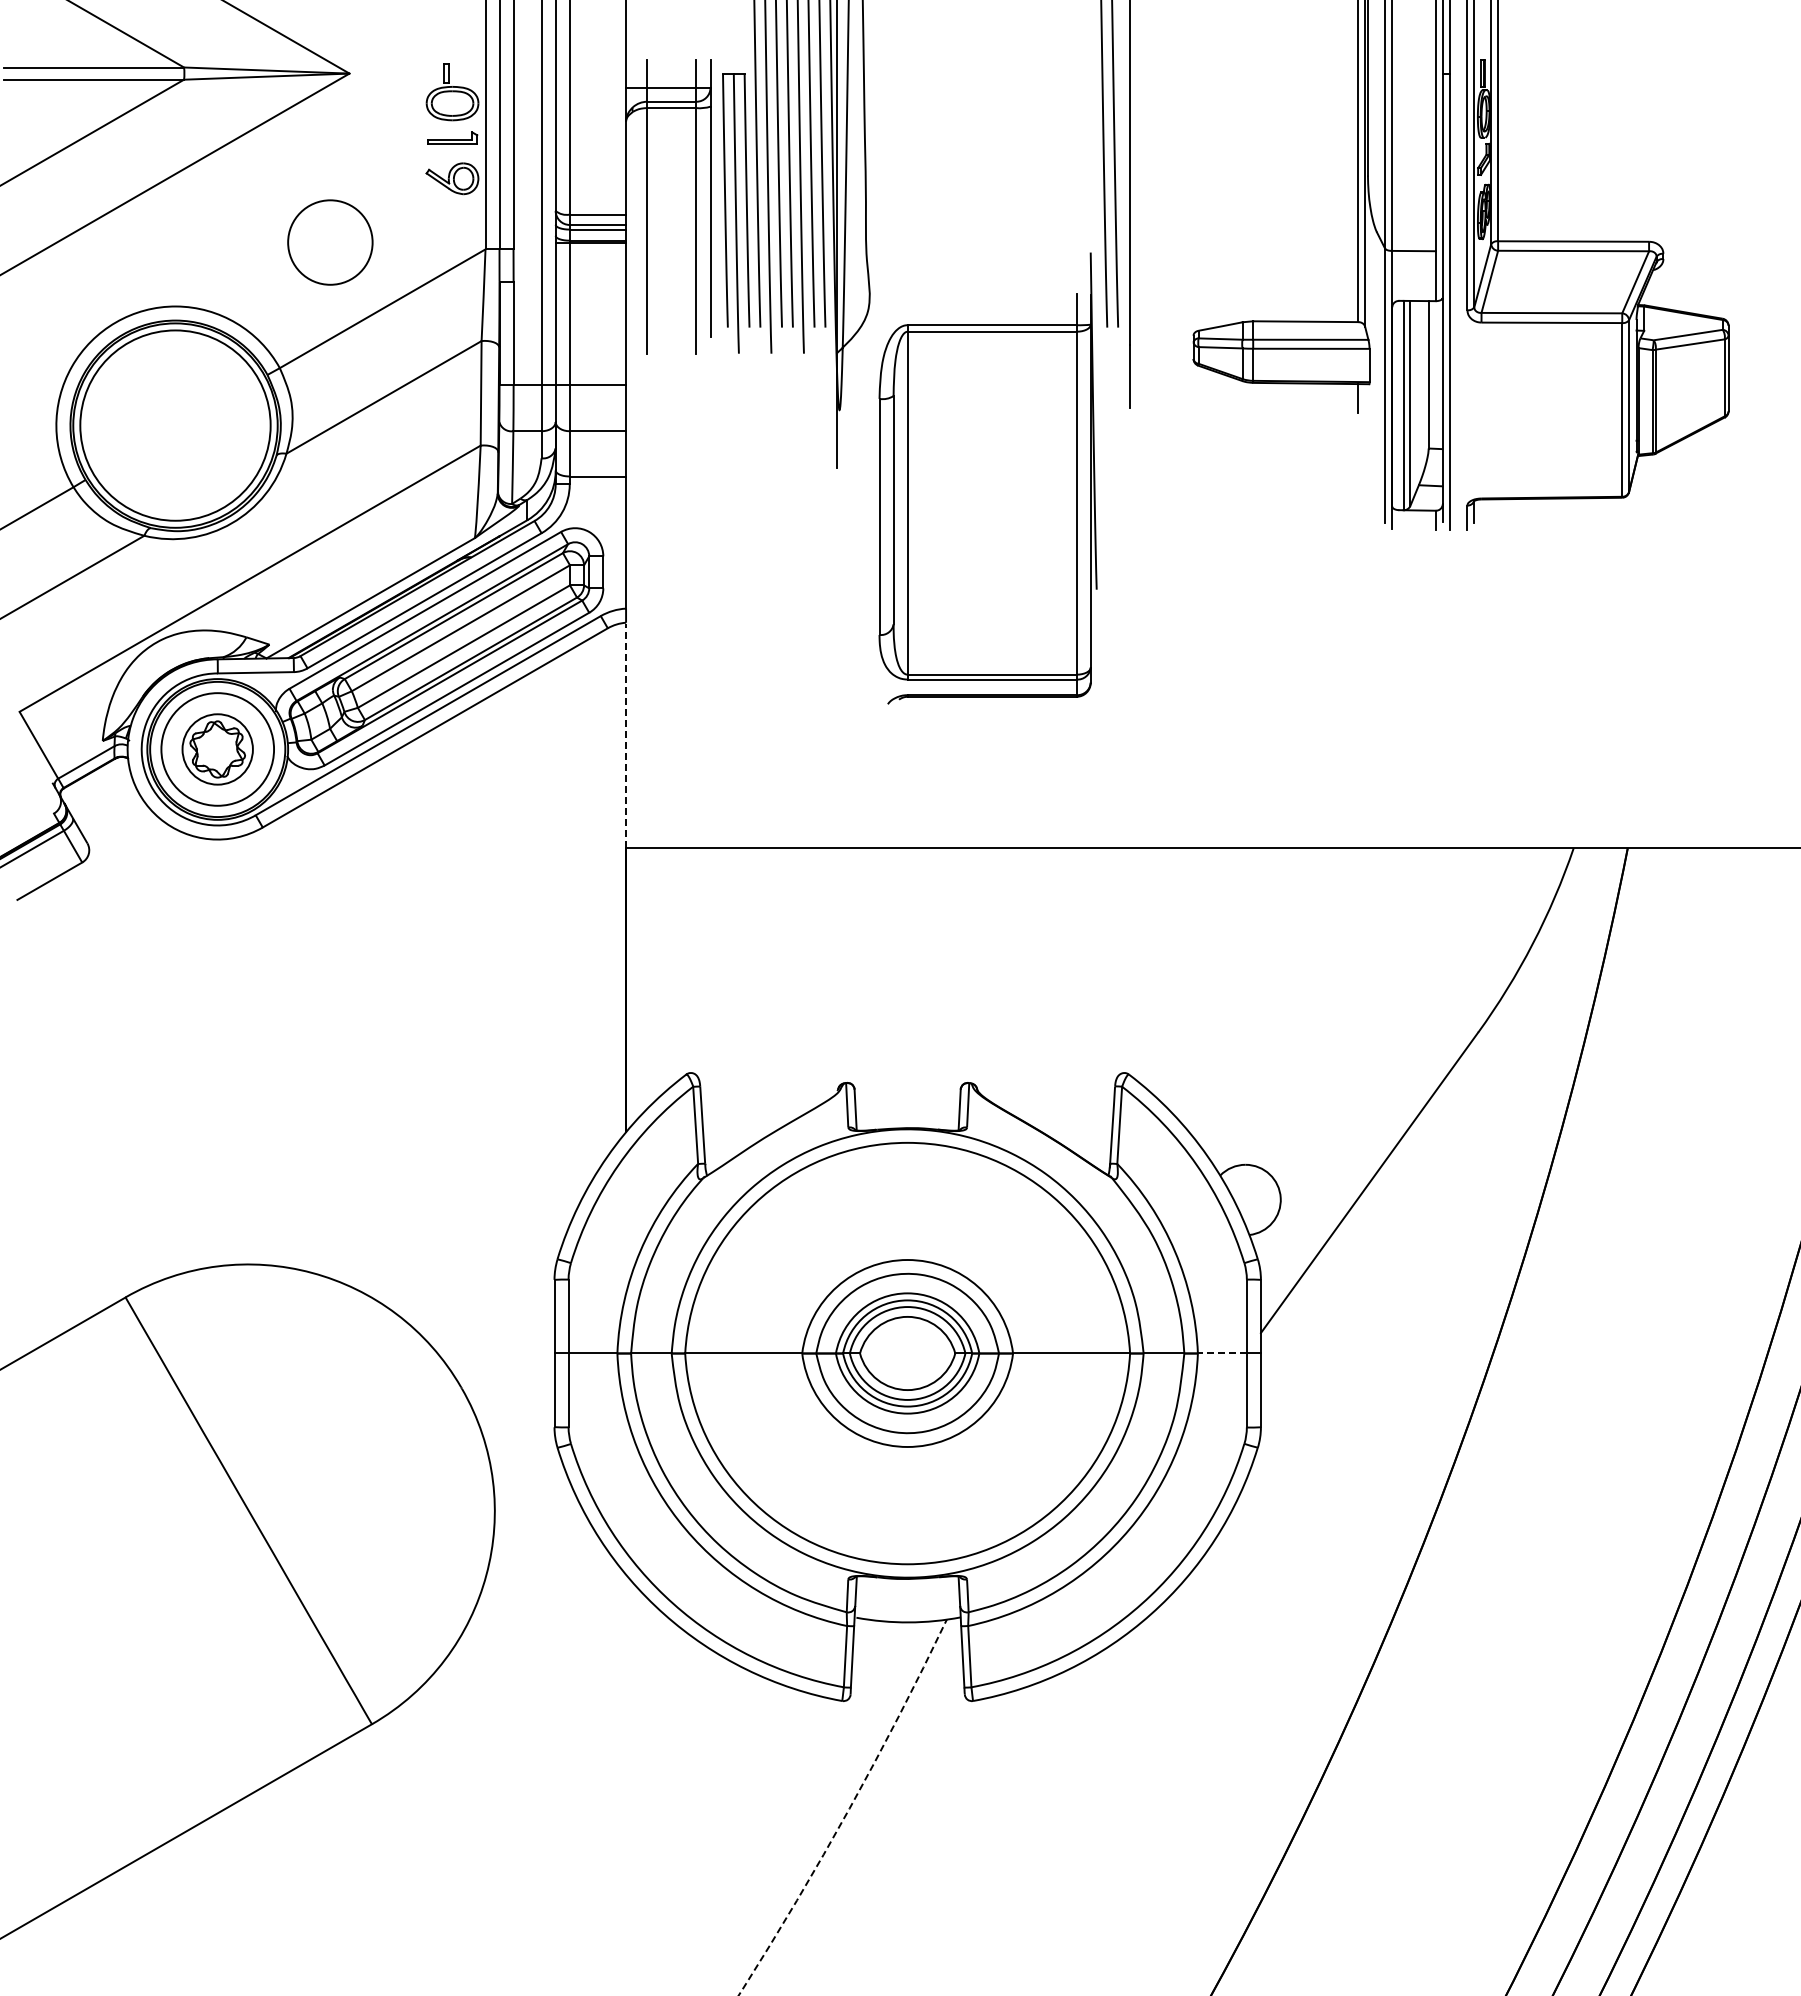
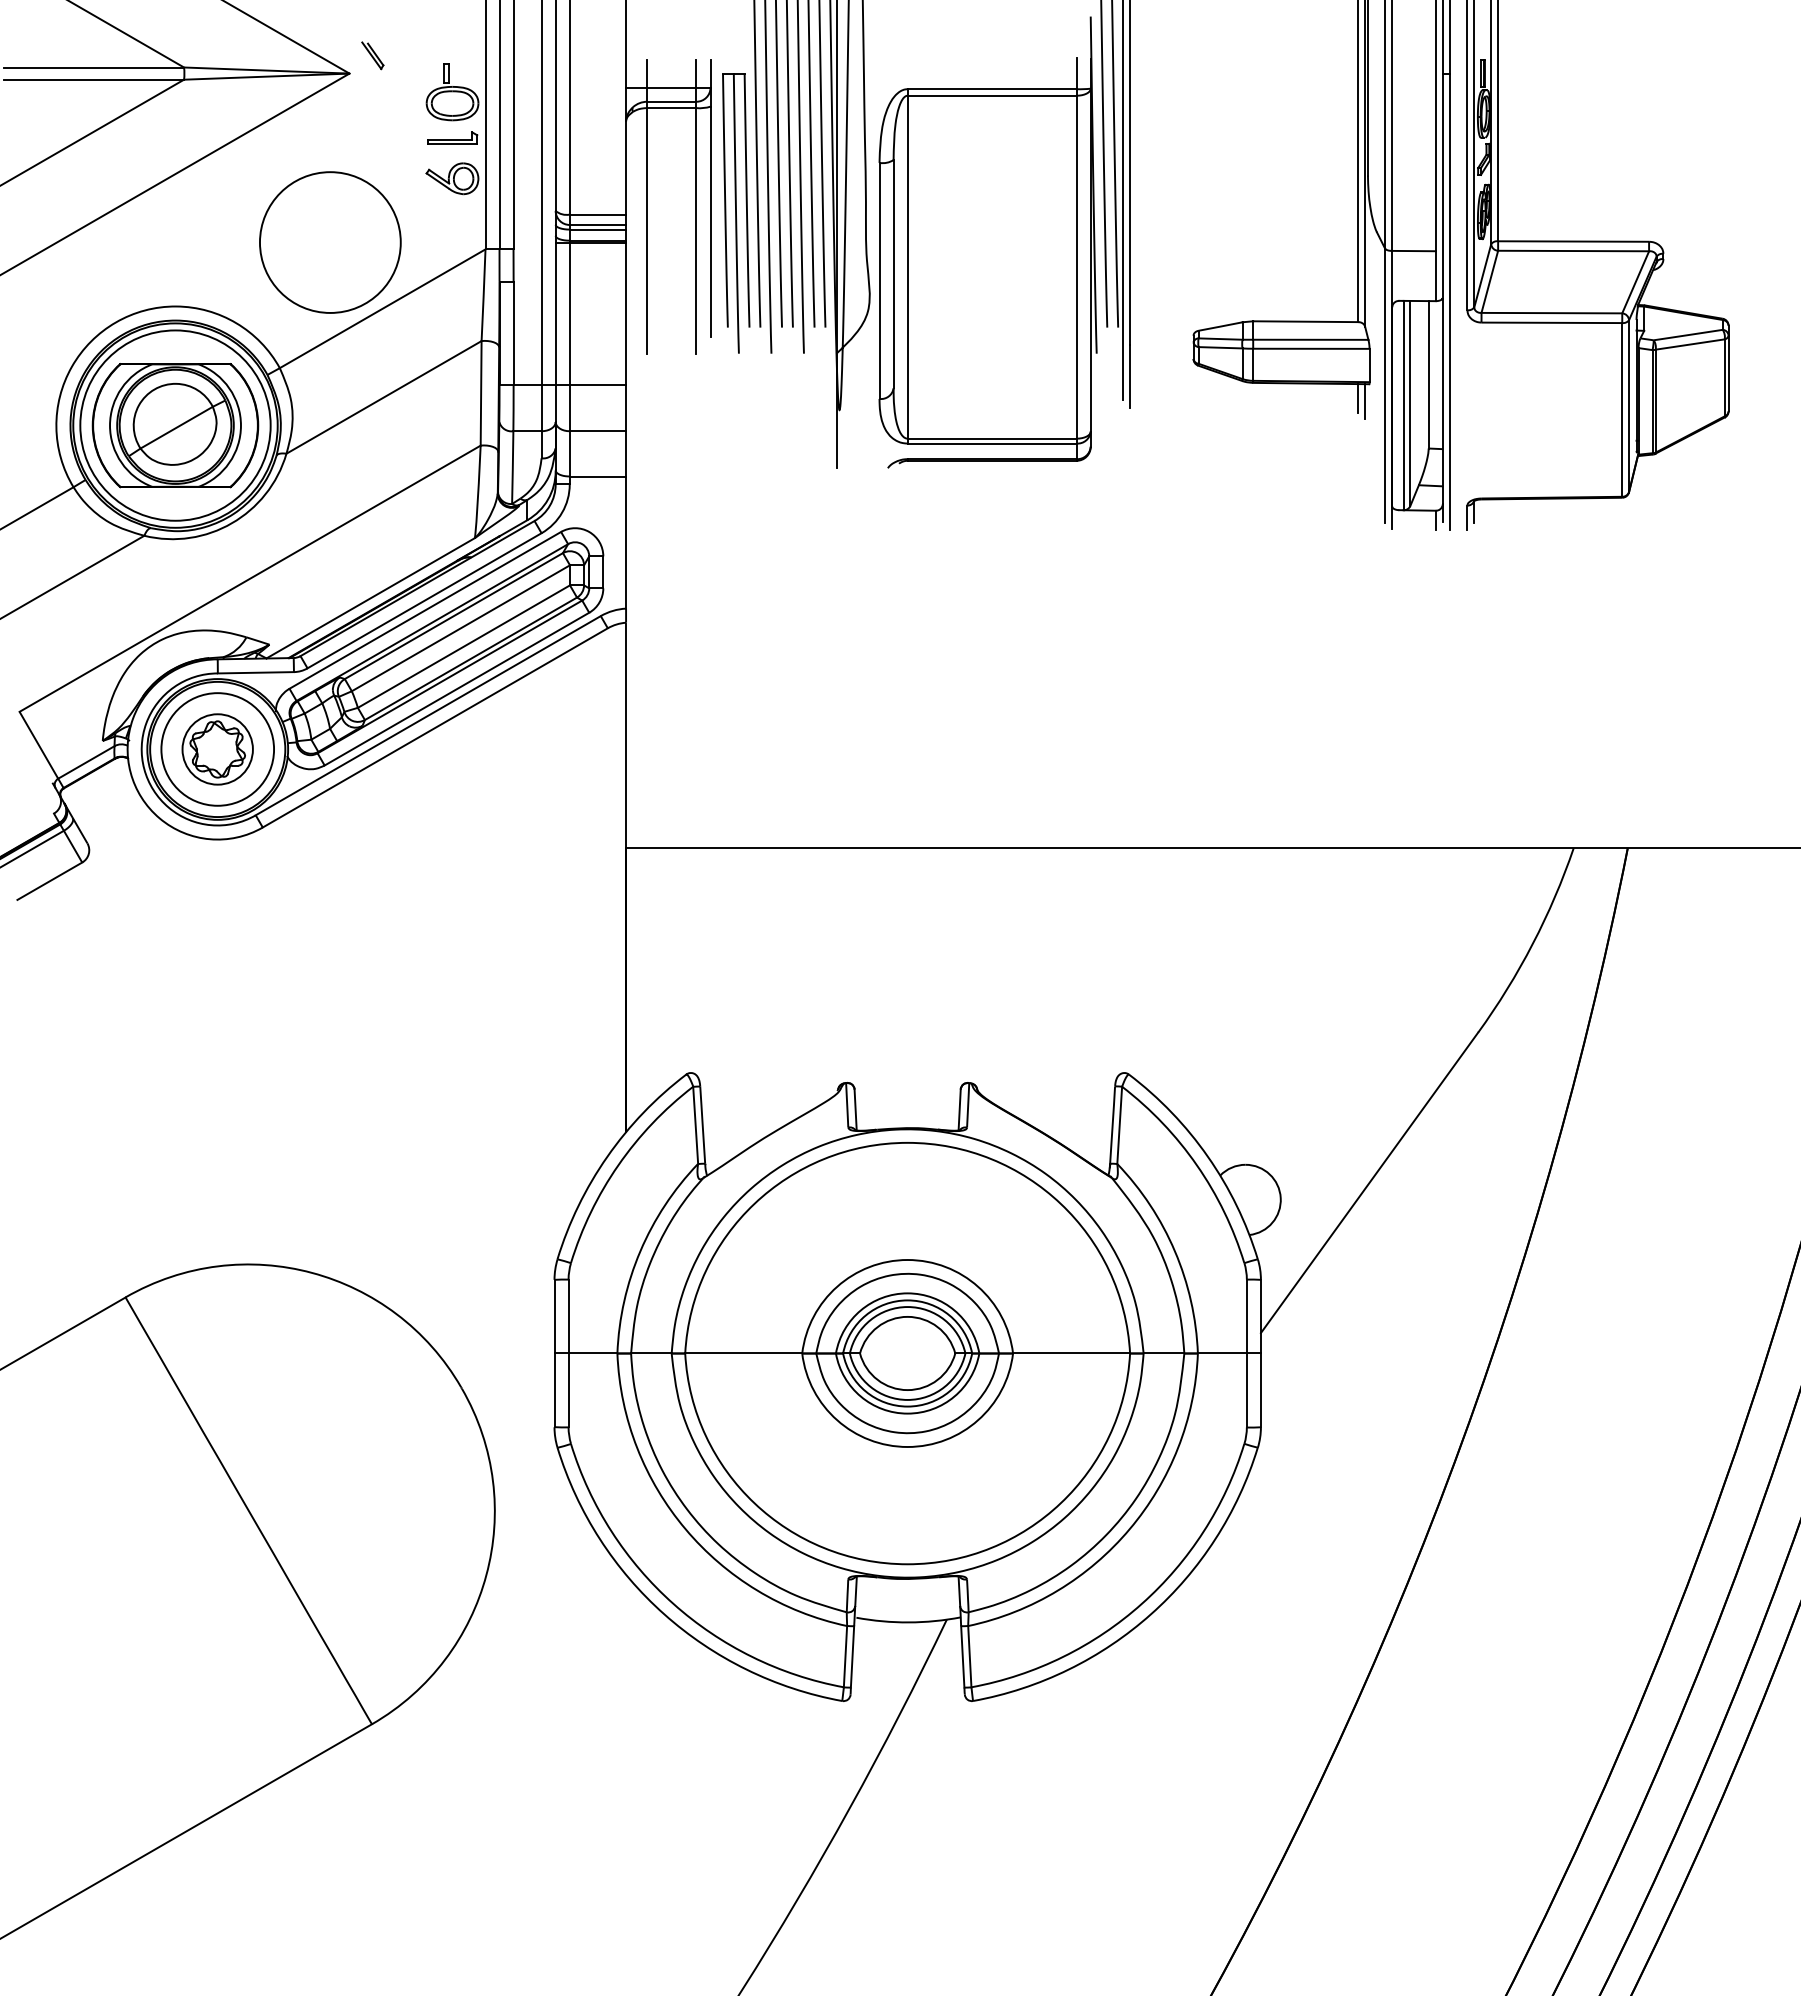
part at (372, 55): none -> present
line at (1123, 201): none -> present
circle at (330, 242) diameter: 84 px -> 141 px
line at (1365, 401): none -> present
part at (175, 425): none -> present
part at (987, 478) position: (987, 478) -> (987, 242)
line at (626, 735): dashed -> solid
line at (1222, 1353): dashed -> solid
arc at (849, 1809): dashed -> solid
